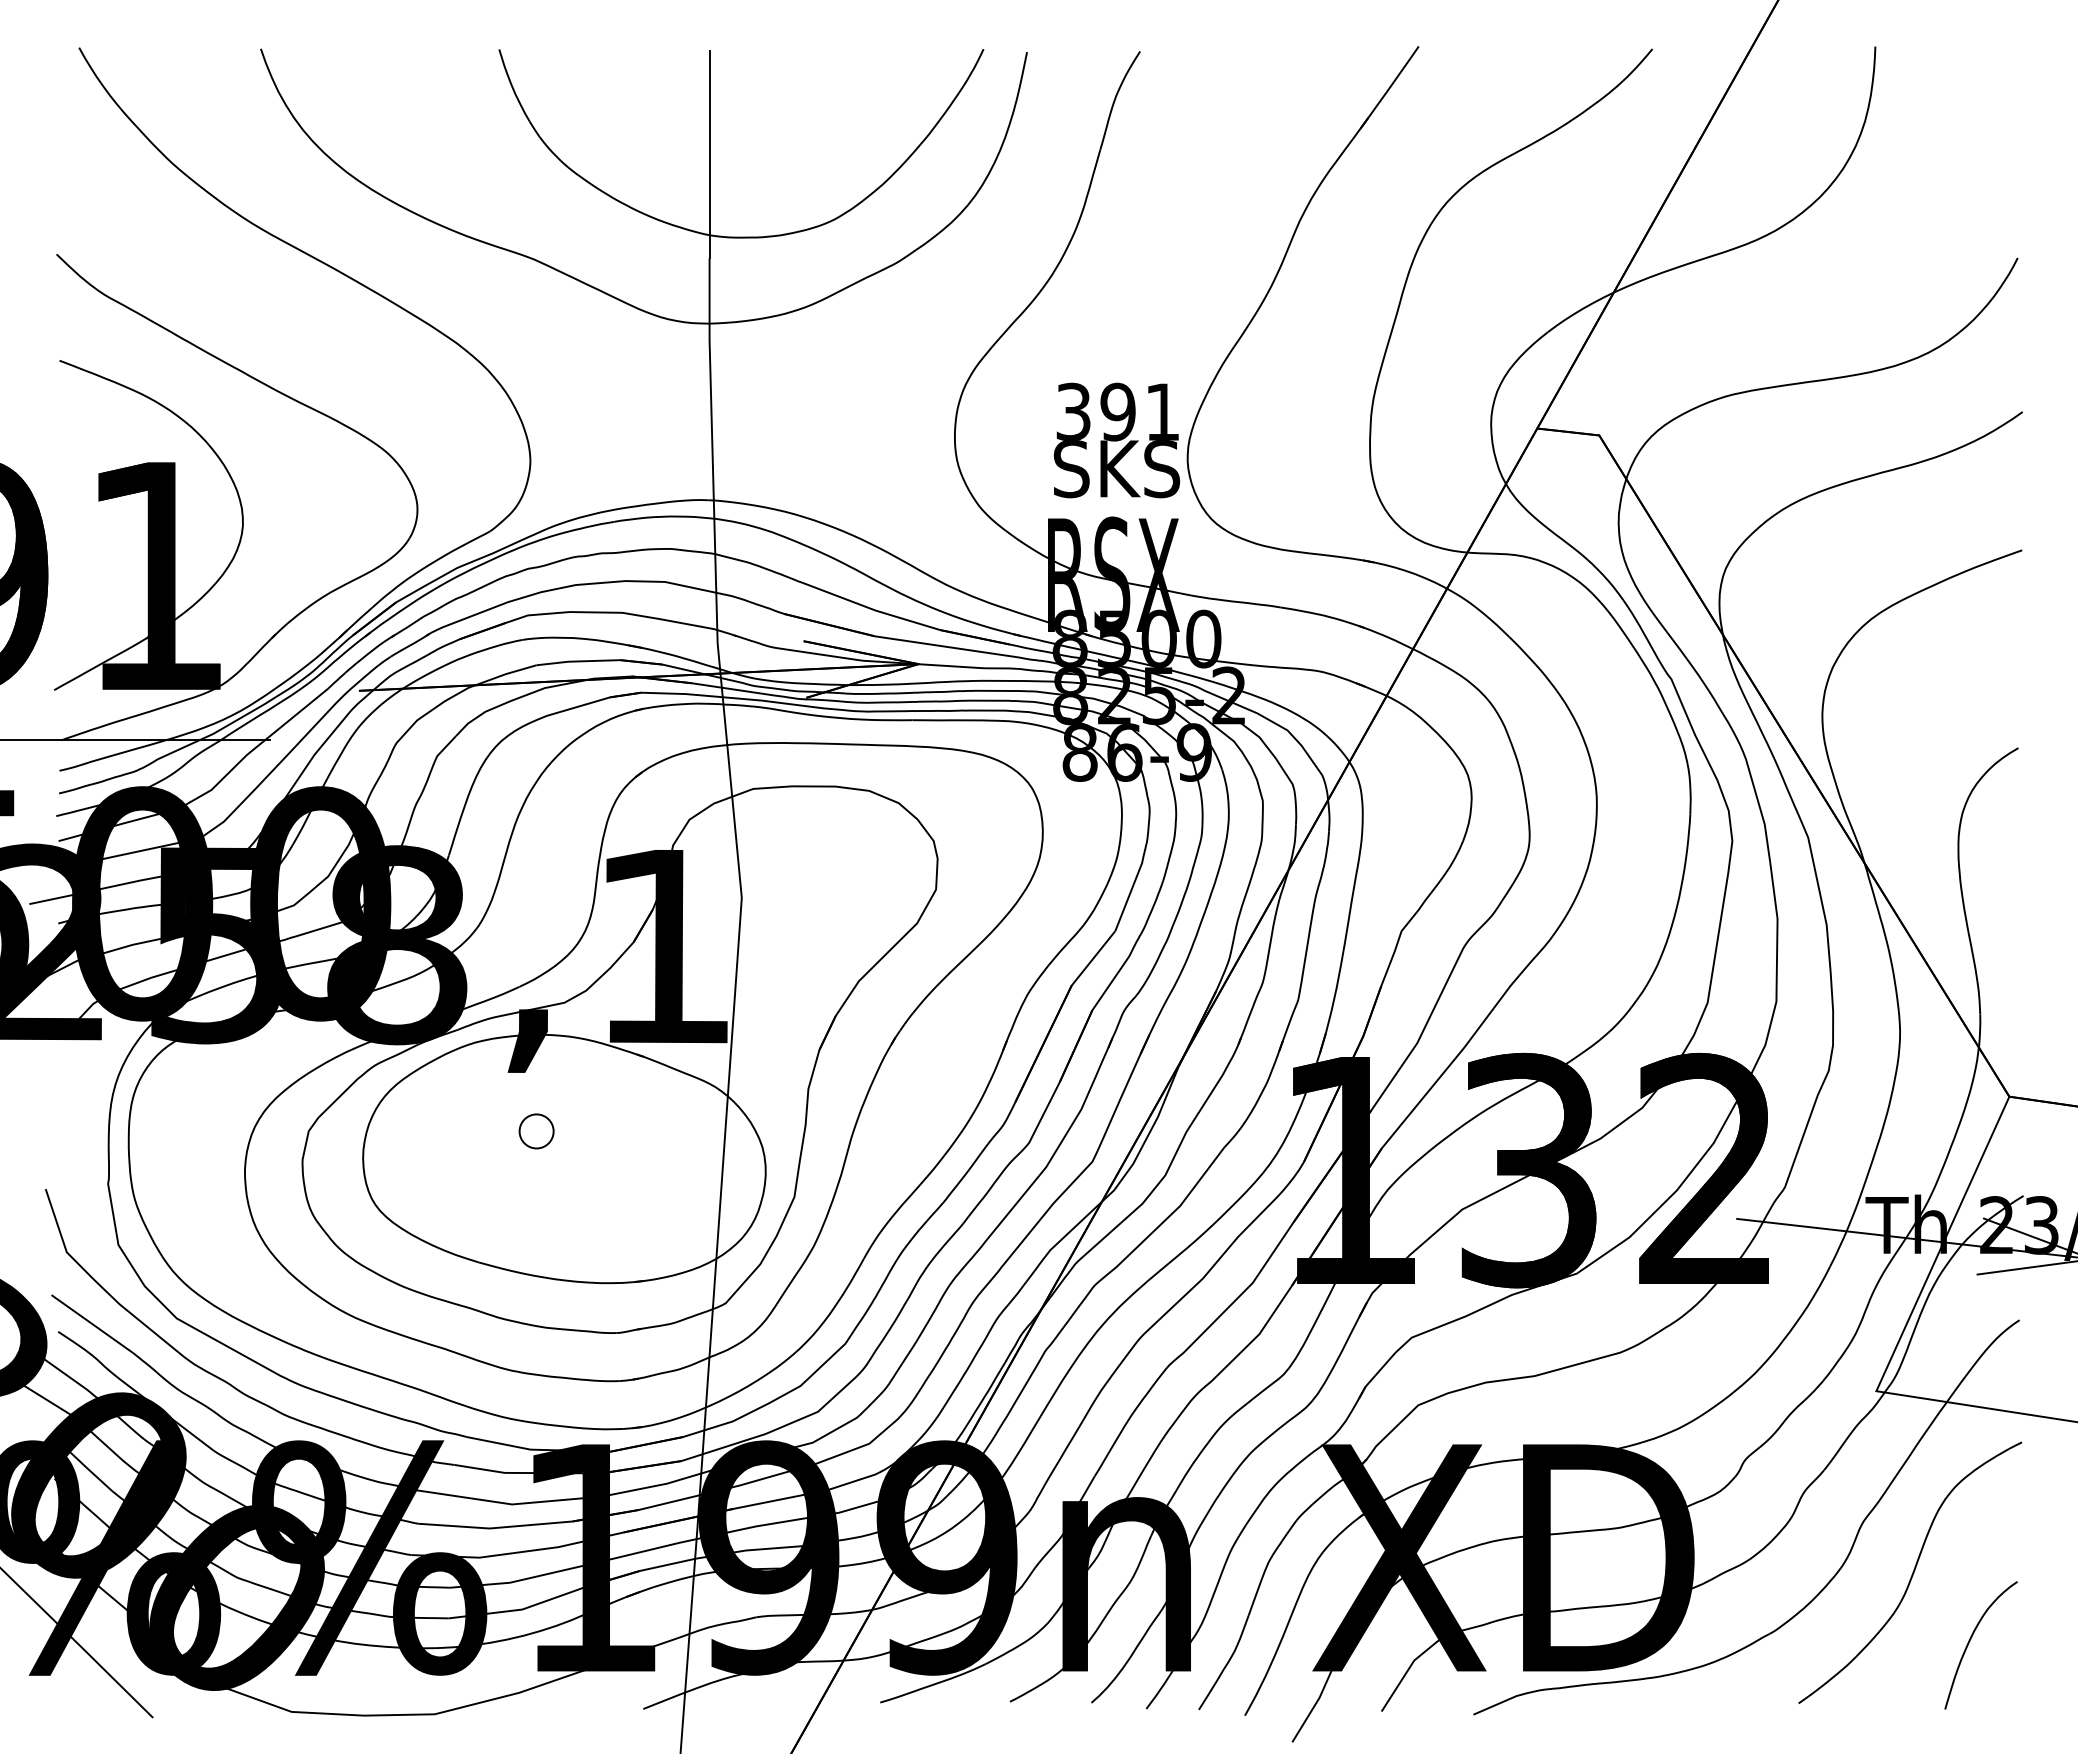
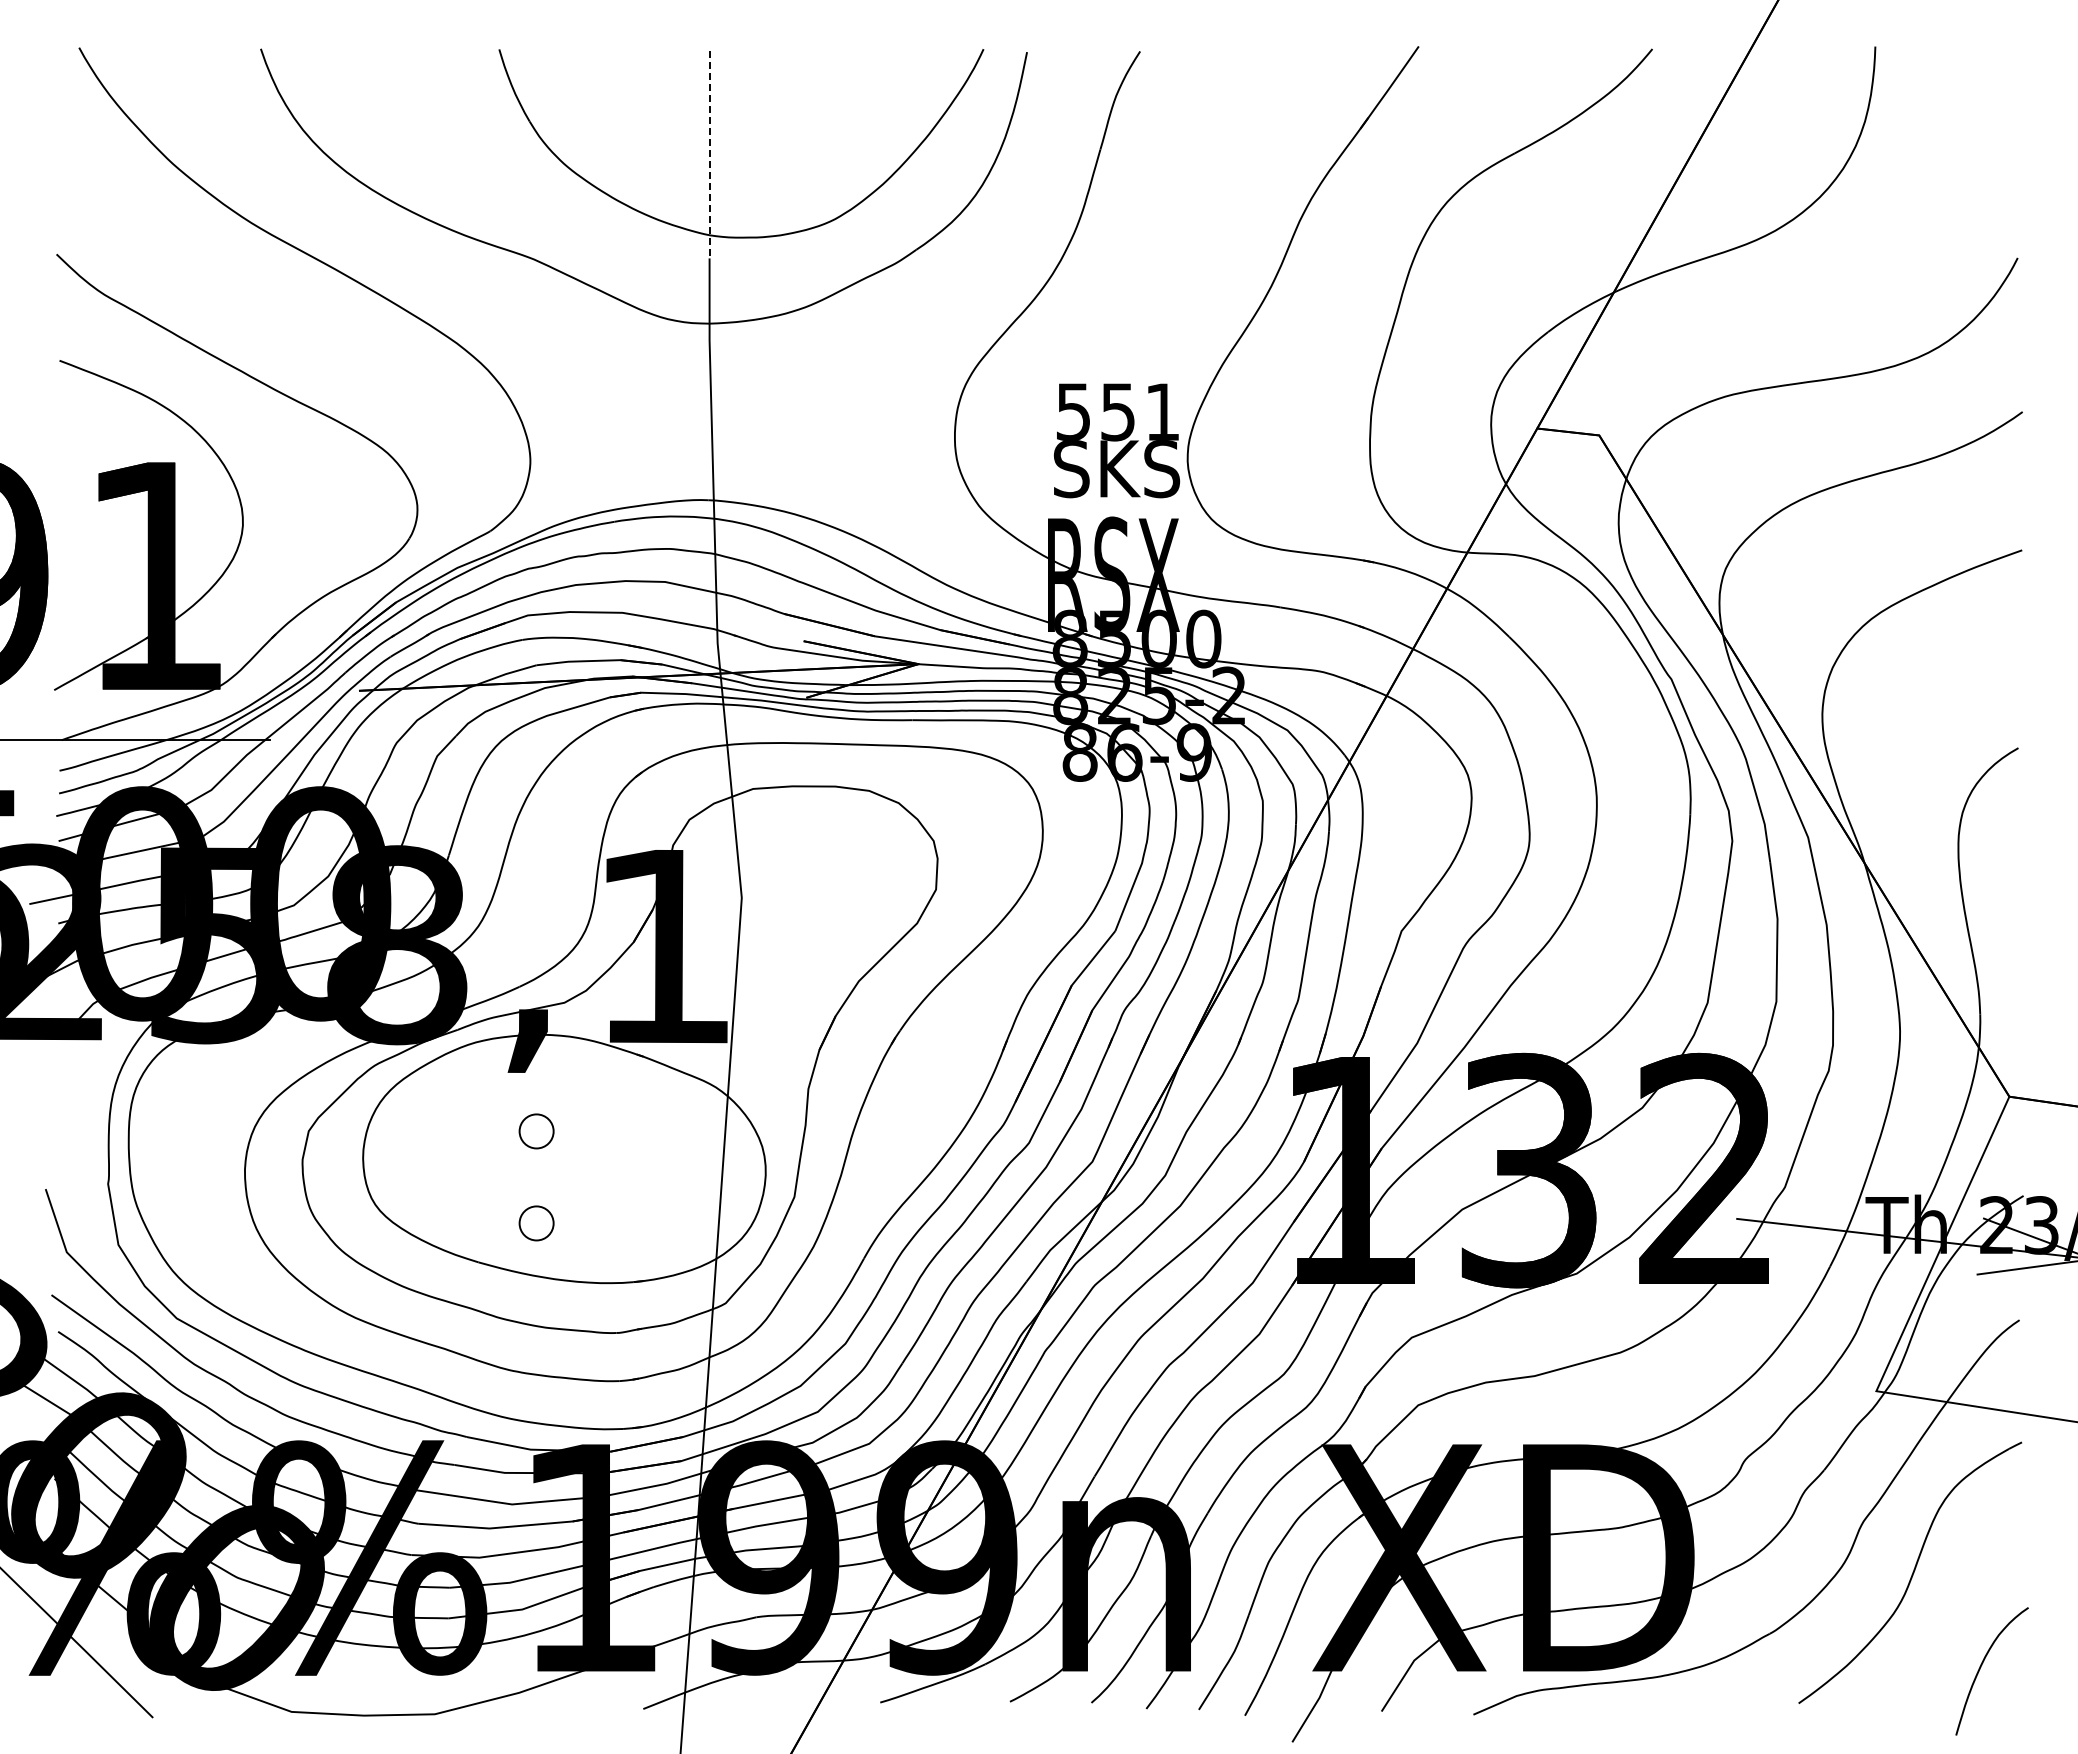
line at (709, 154): solid -> dashed
text at (1096, 411): 391 -> 551
part at (536, 1223): none -> present
curve at (1970, 1641) position: (1970, 1641) -> (1981, 1667)
